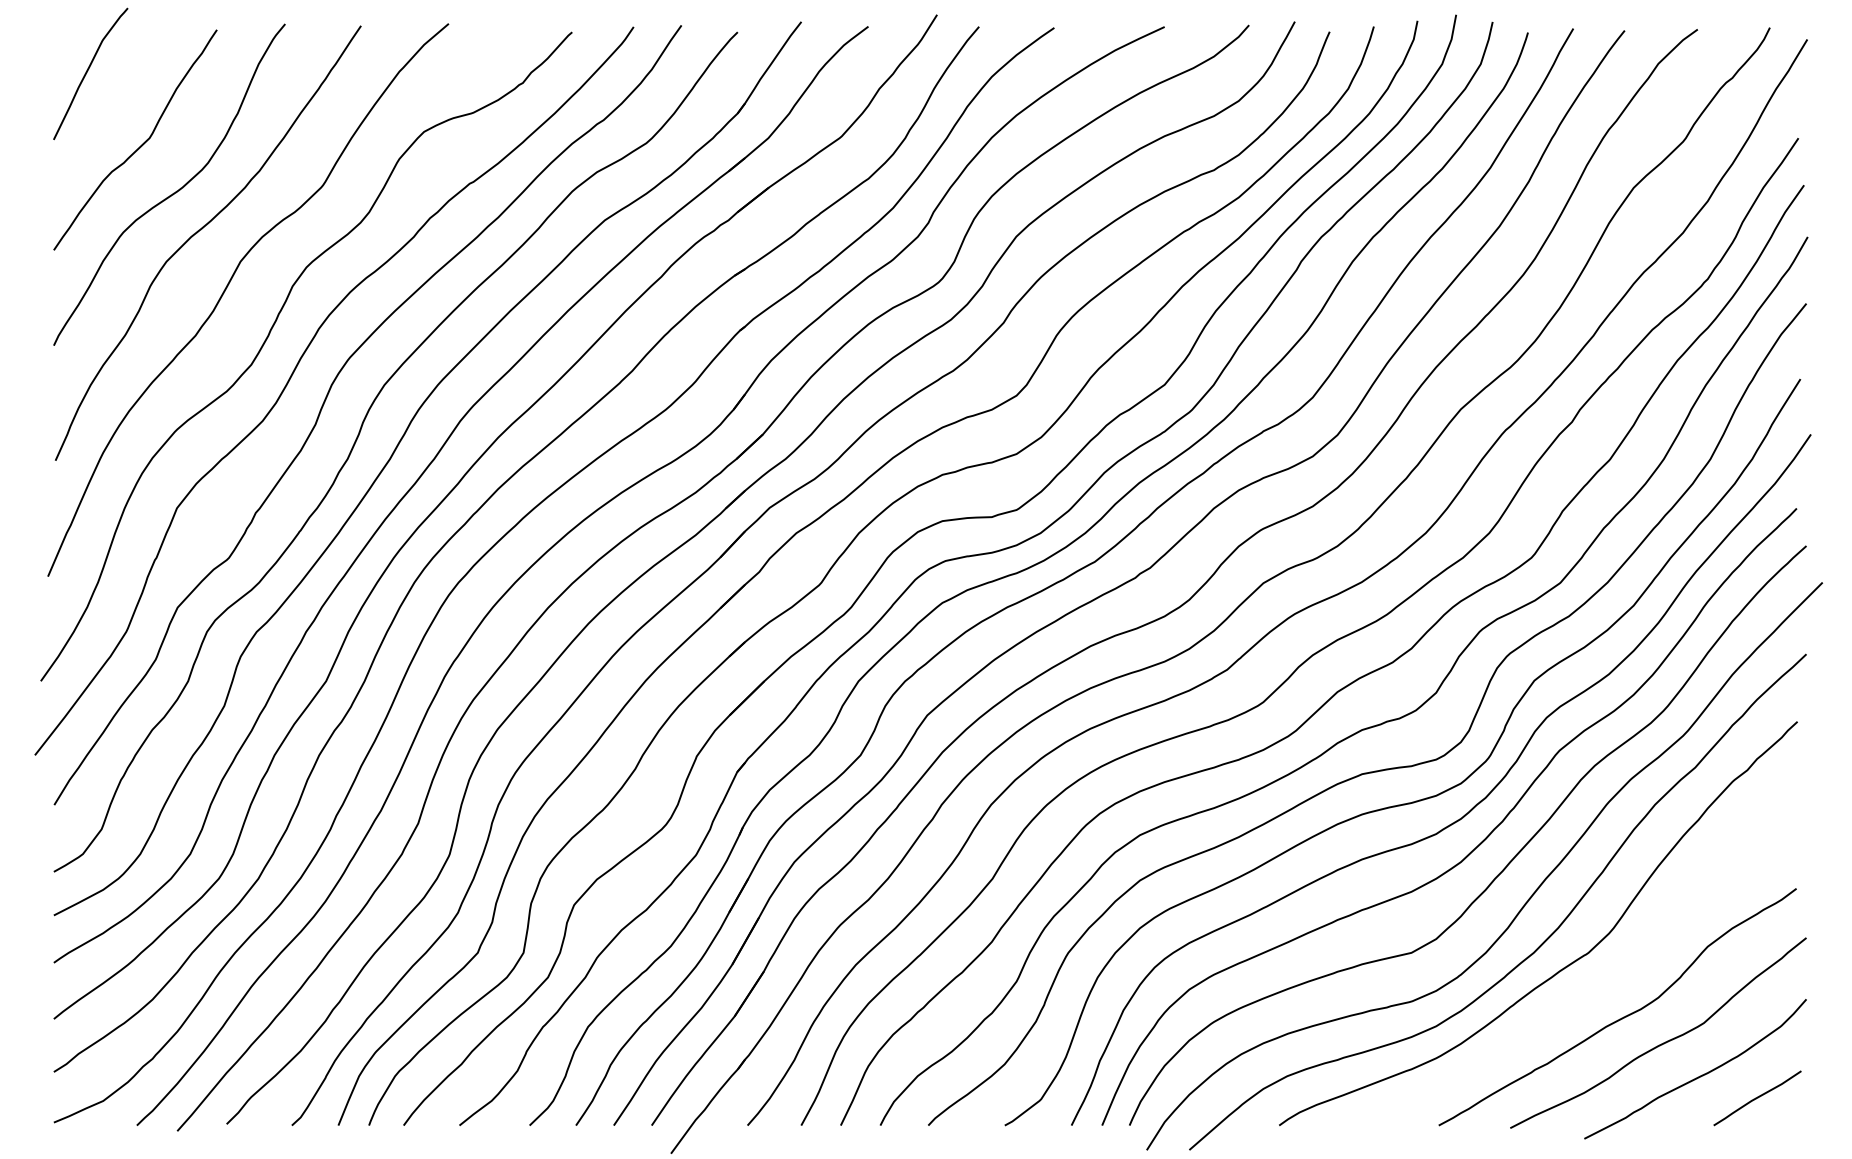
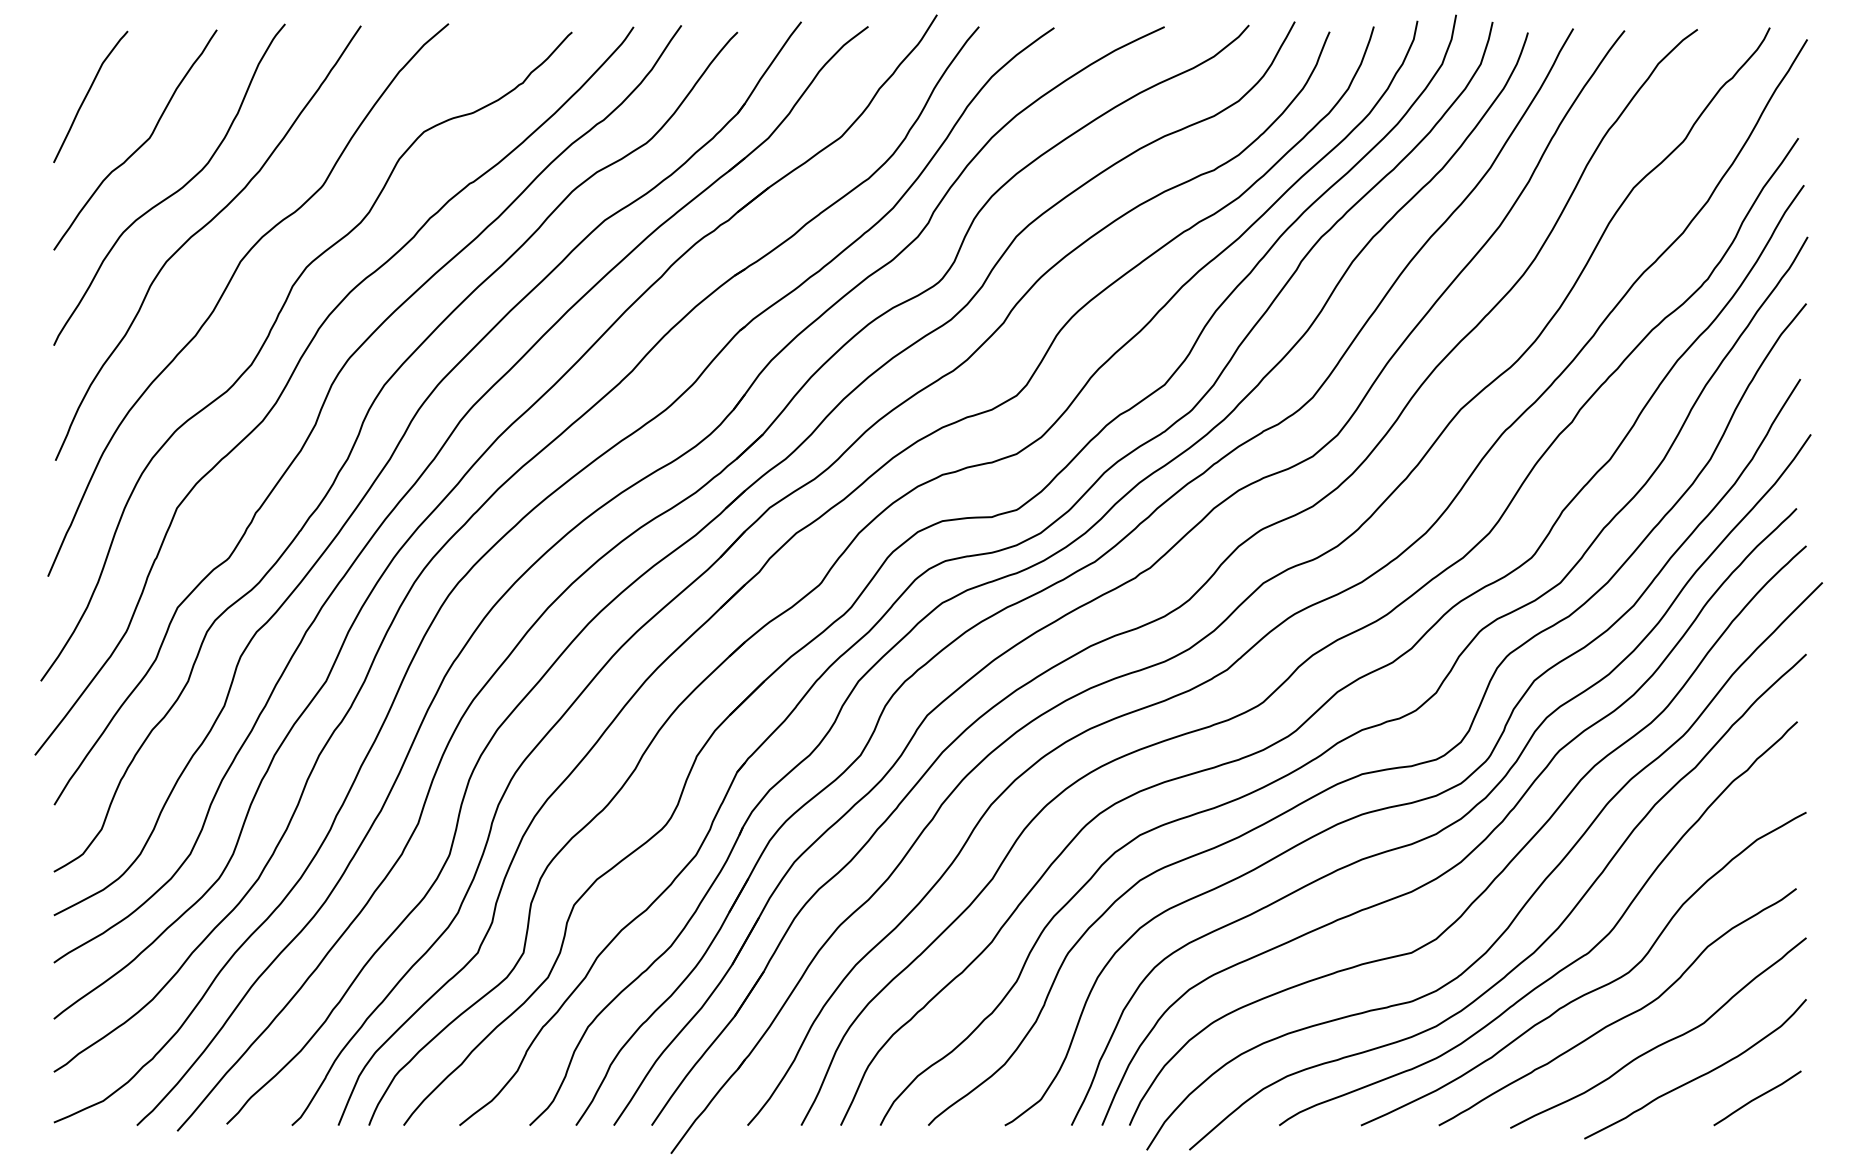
curve at (88, 71) position: (88, 71) -> (88, 94)
curve at (1593, 989): none -> present
